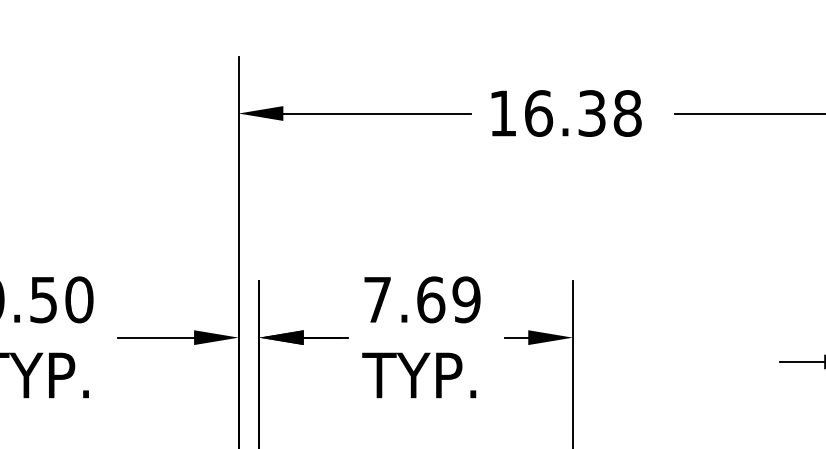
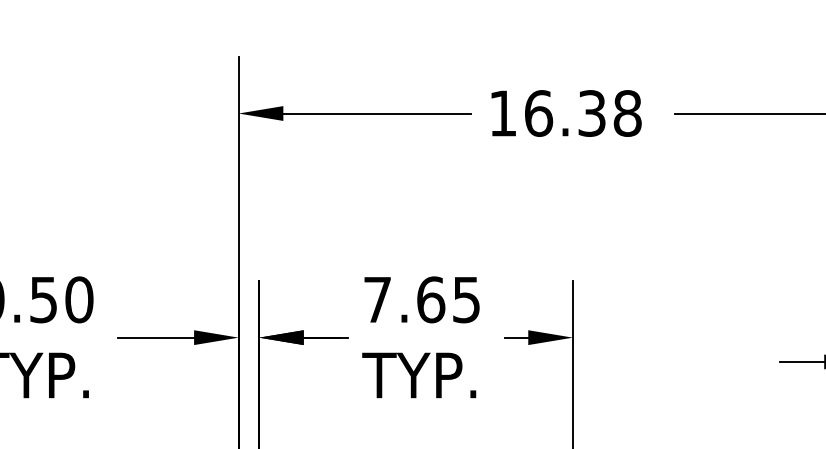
text at (466, 299): 7.69 -> 7.65
